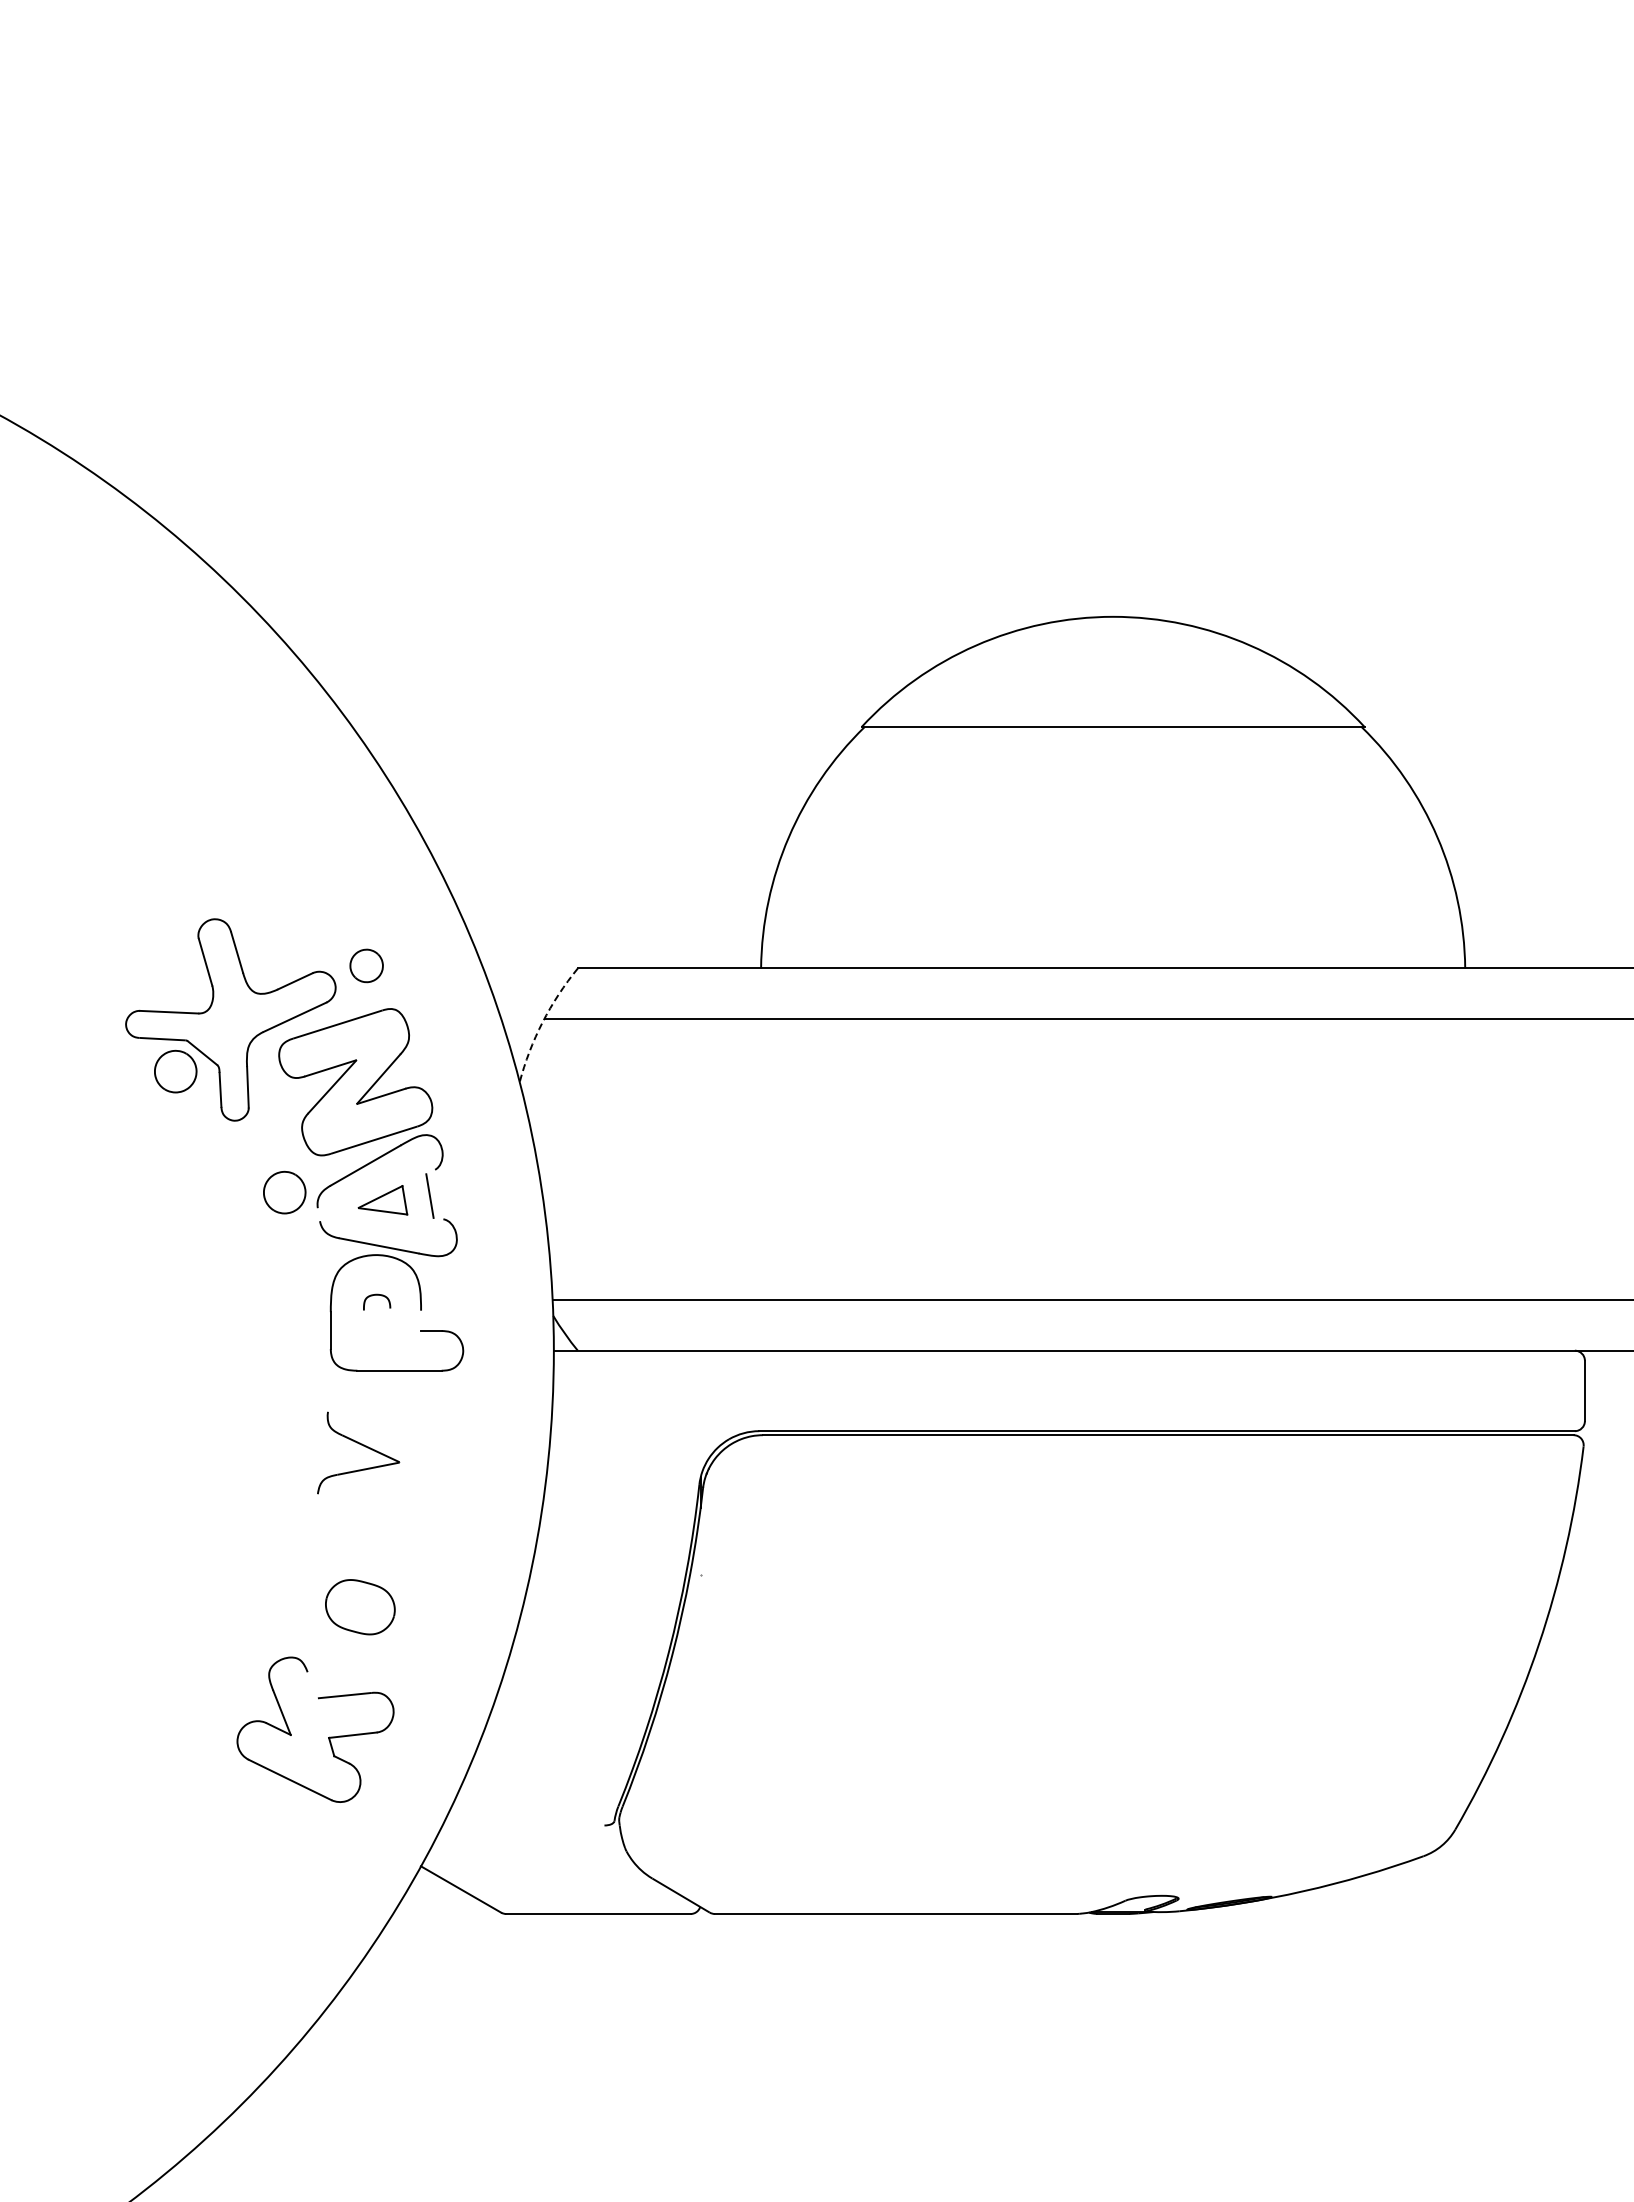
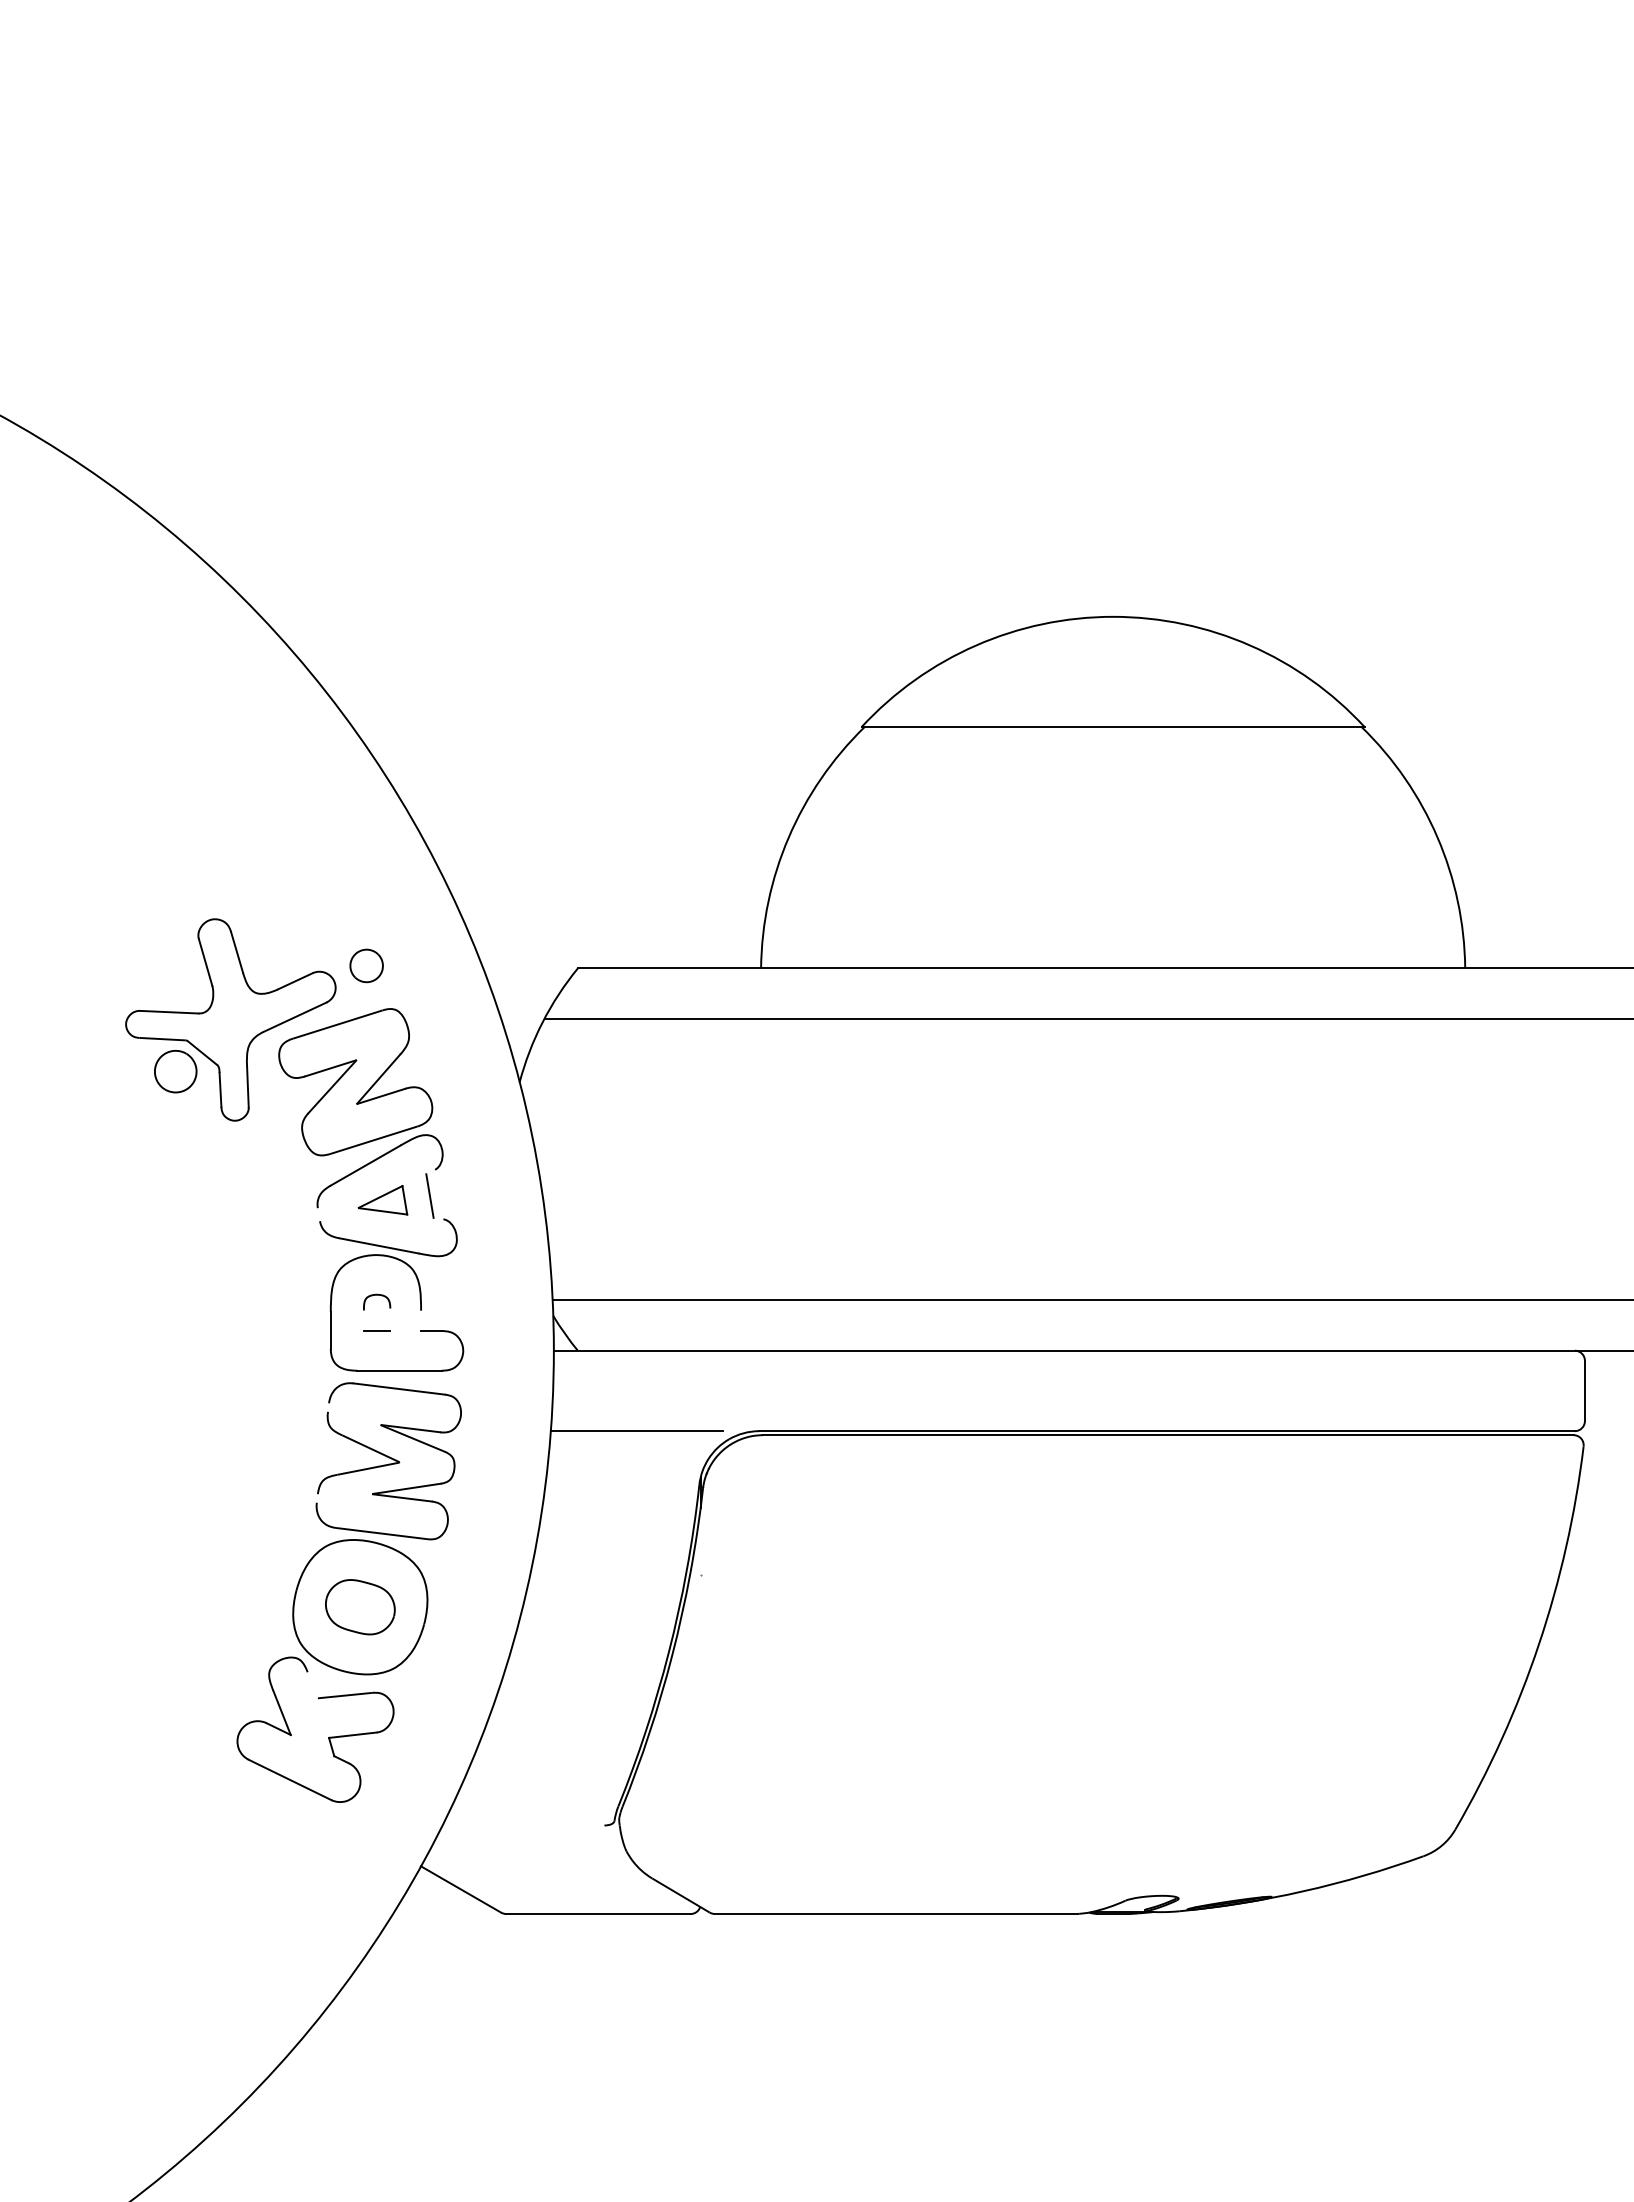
arc at (542, 1022): dashed -> solid
part at (284, 1192): present -> none
line at (376, 1331): none -> present
line at (636, 1431): none -> present
part at (376, 1528): none -> present
